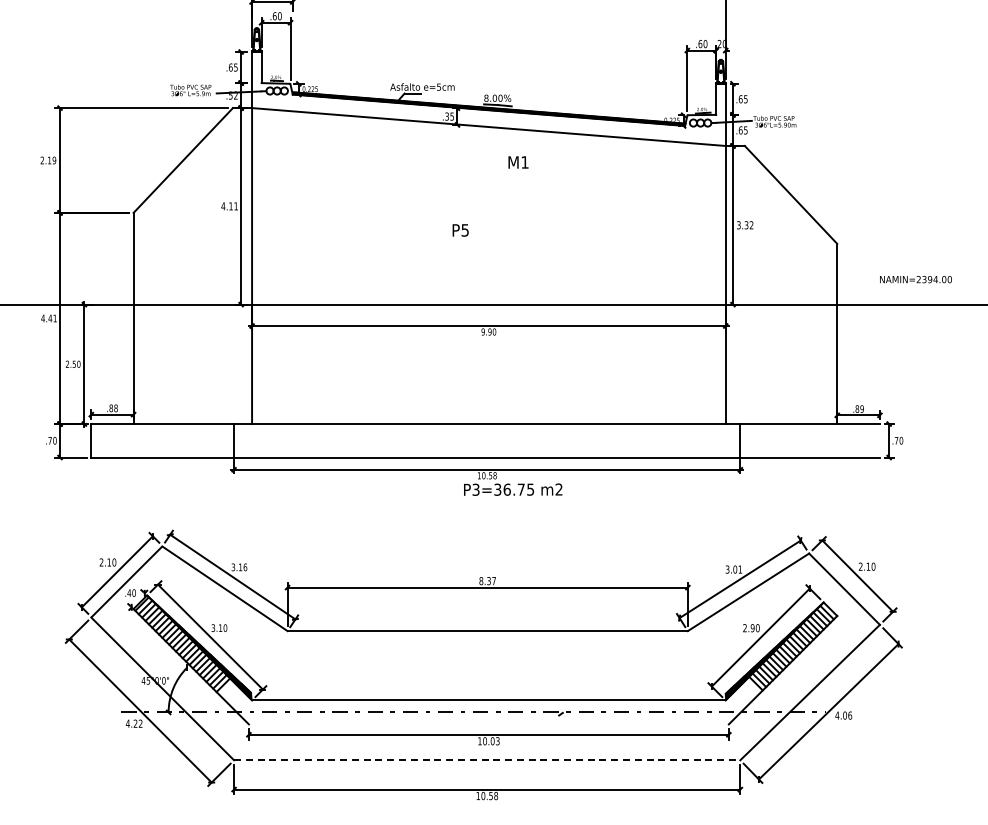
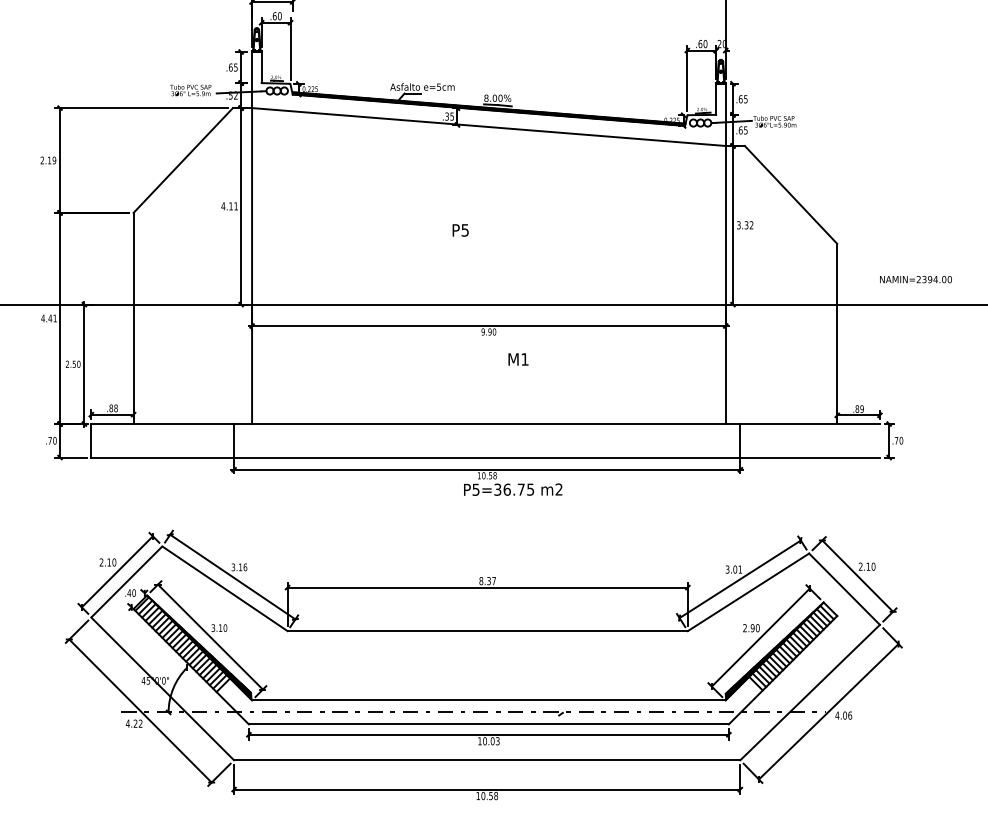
text at (518, 162) position: (518, 162) -> (518, 359)
text at (475, 488): P3=36.75 -> P5=36.75
line at (488, 724): none -> present
line at (487, 760): dashed -> solid
